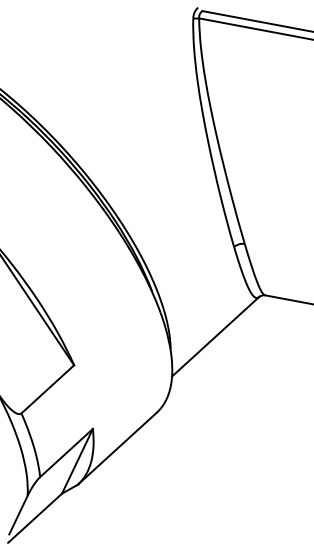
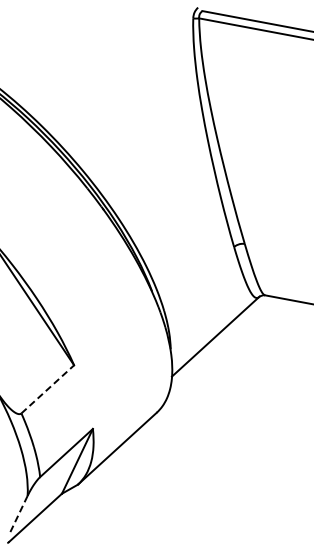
line at (47, 389): solid -> dashed
line at (18, 515): solid -> dashed
